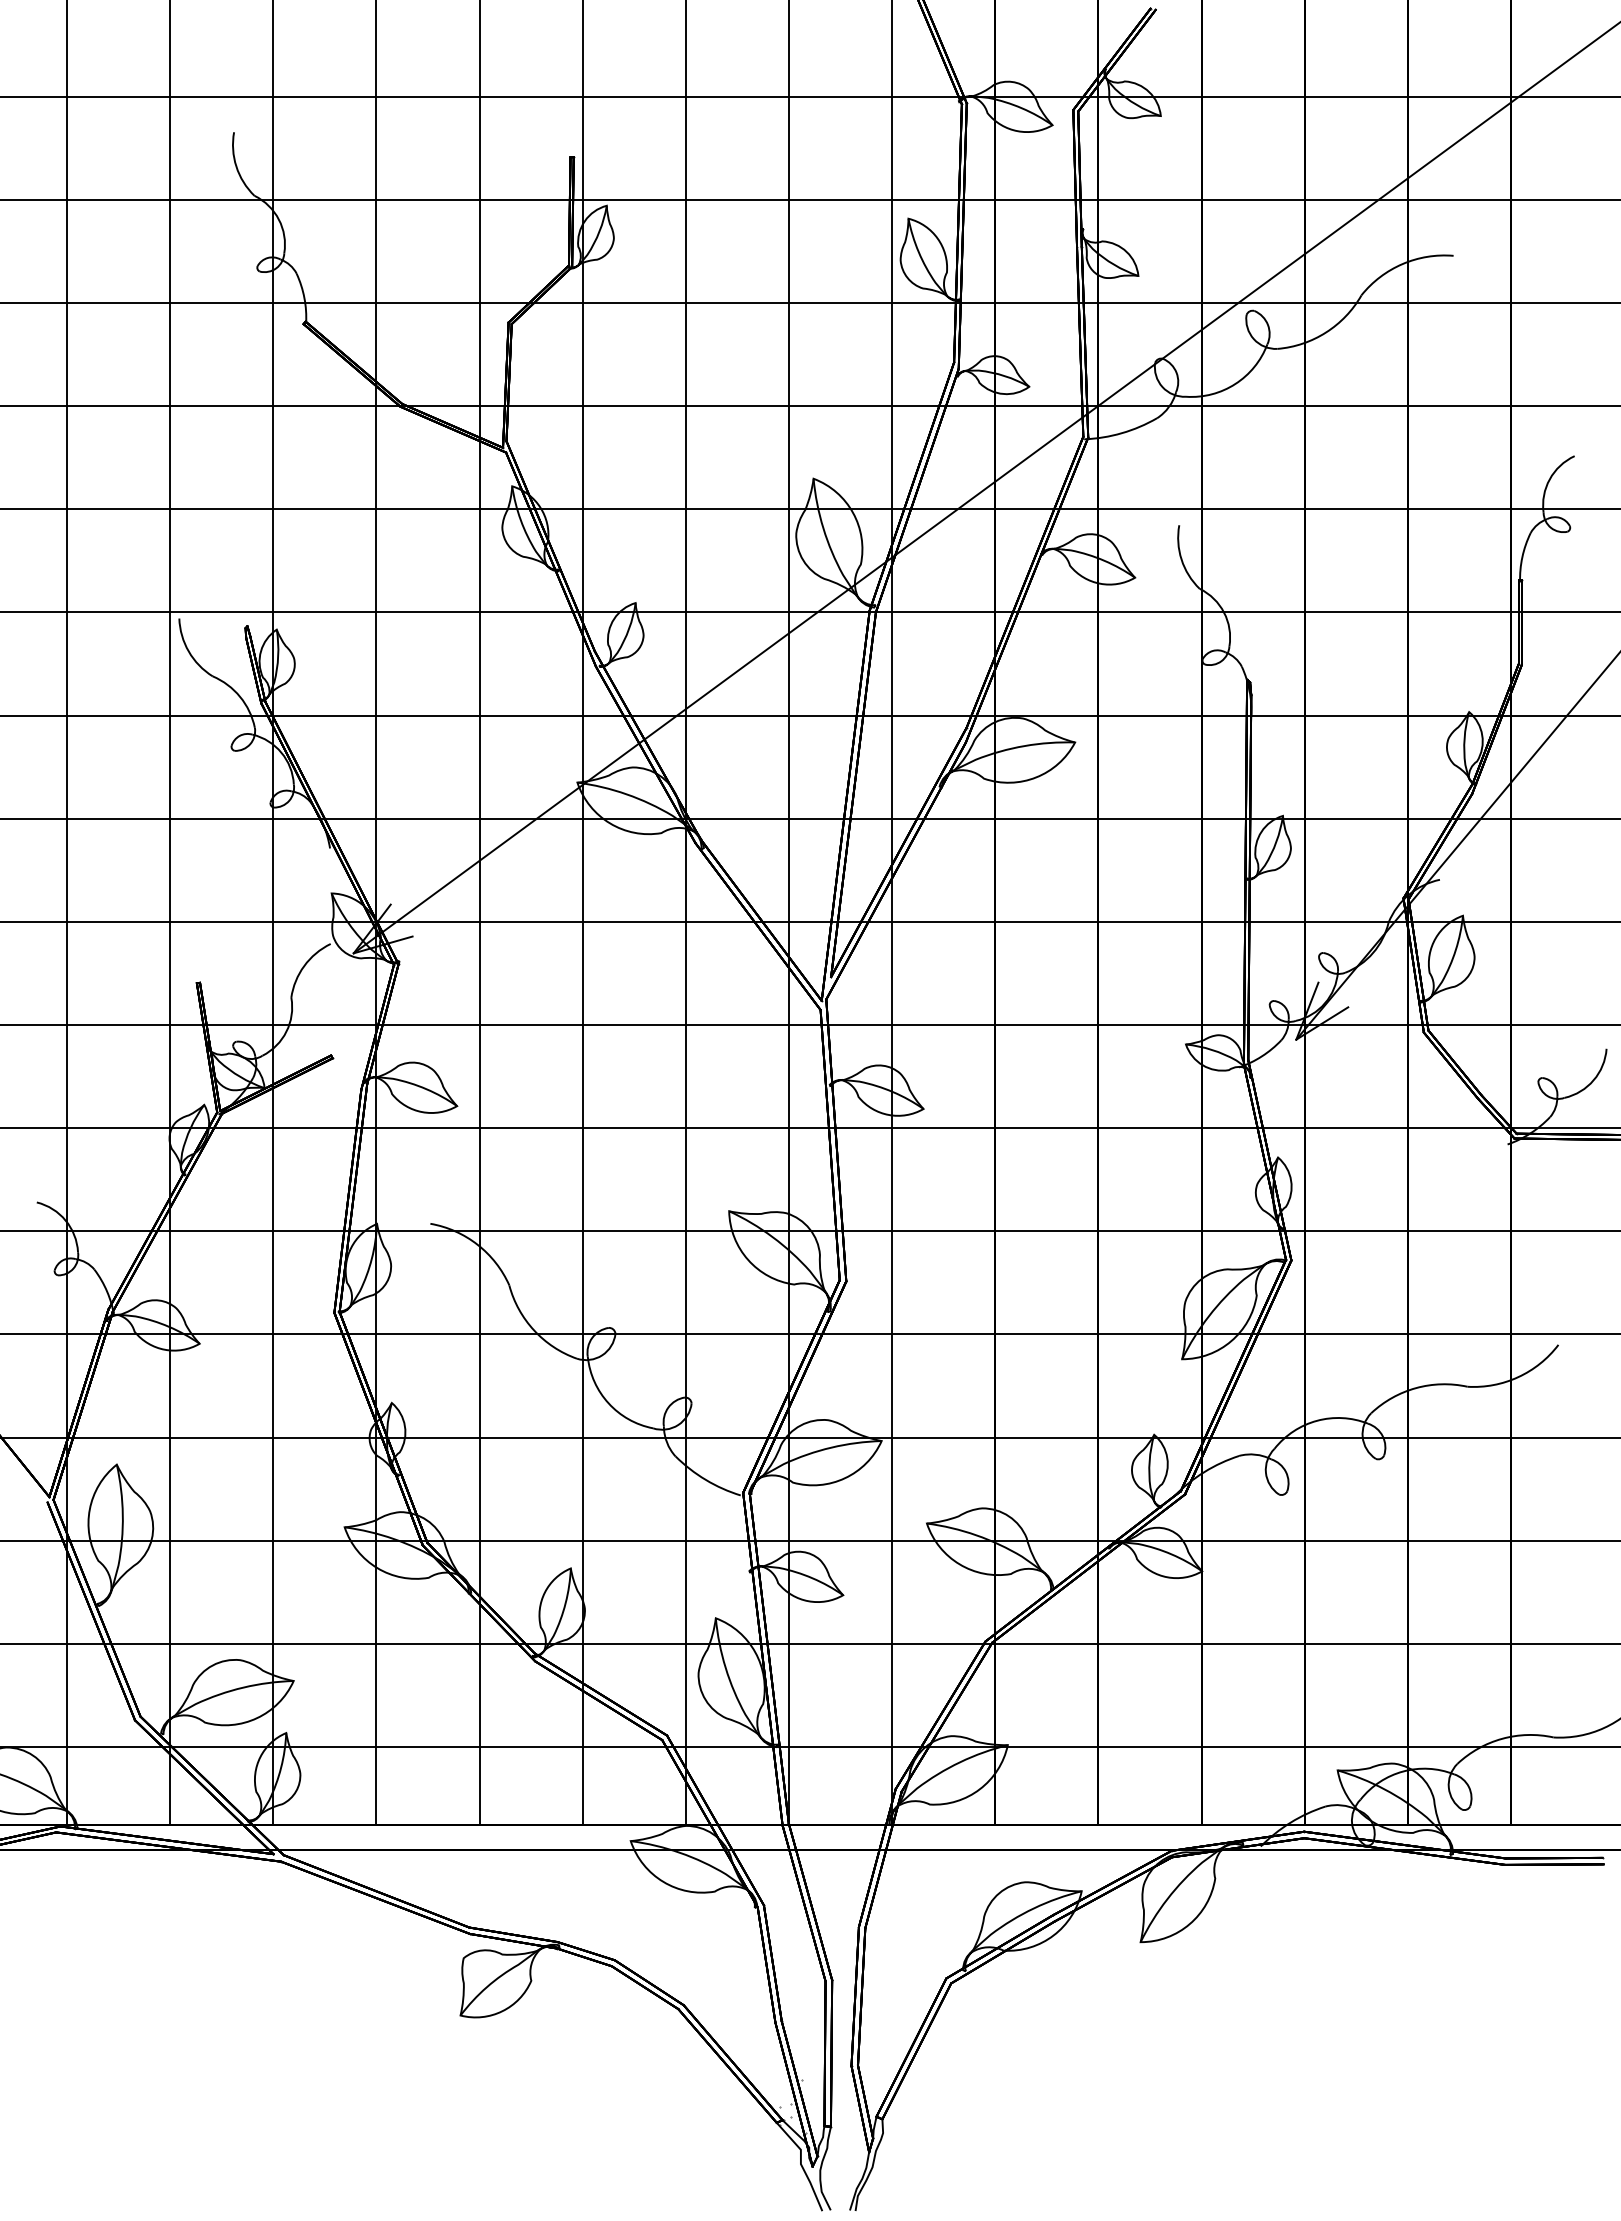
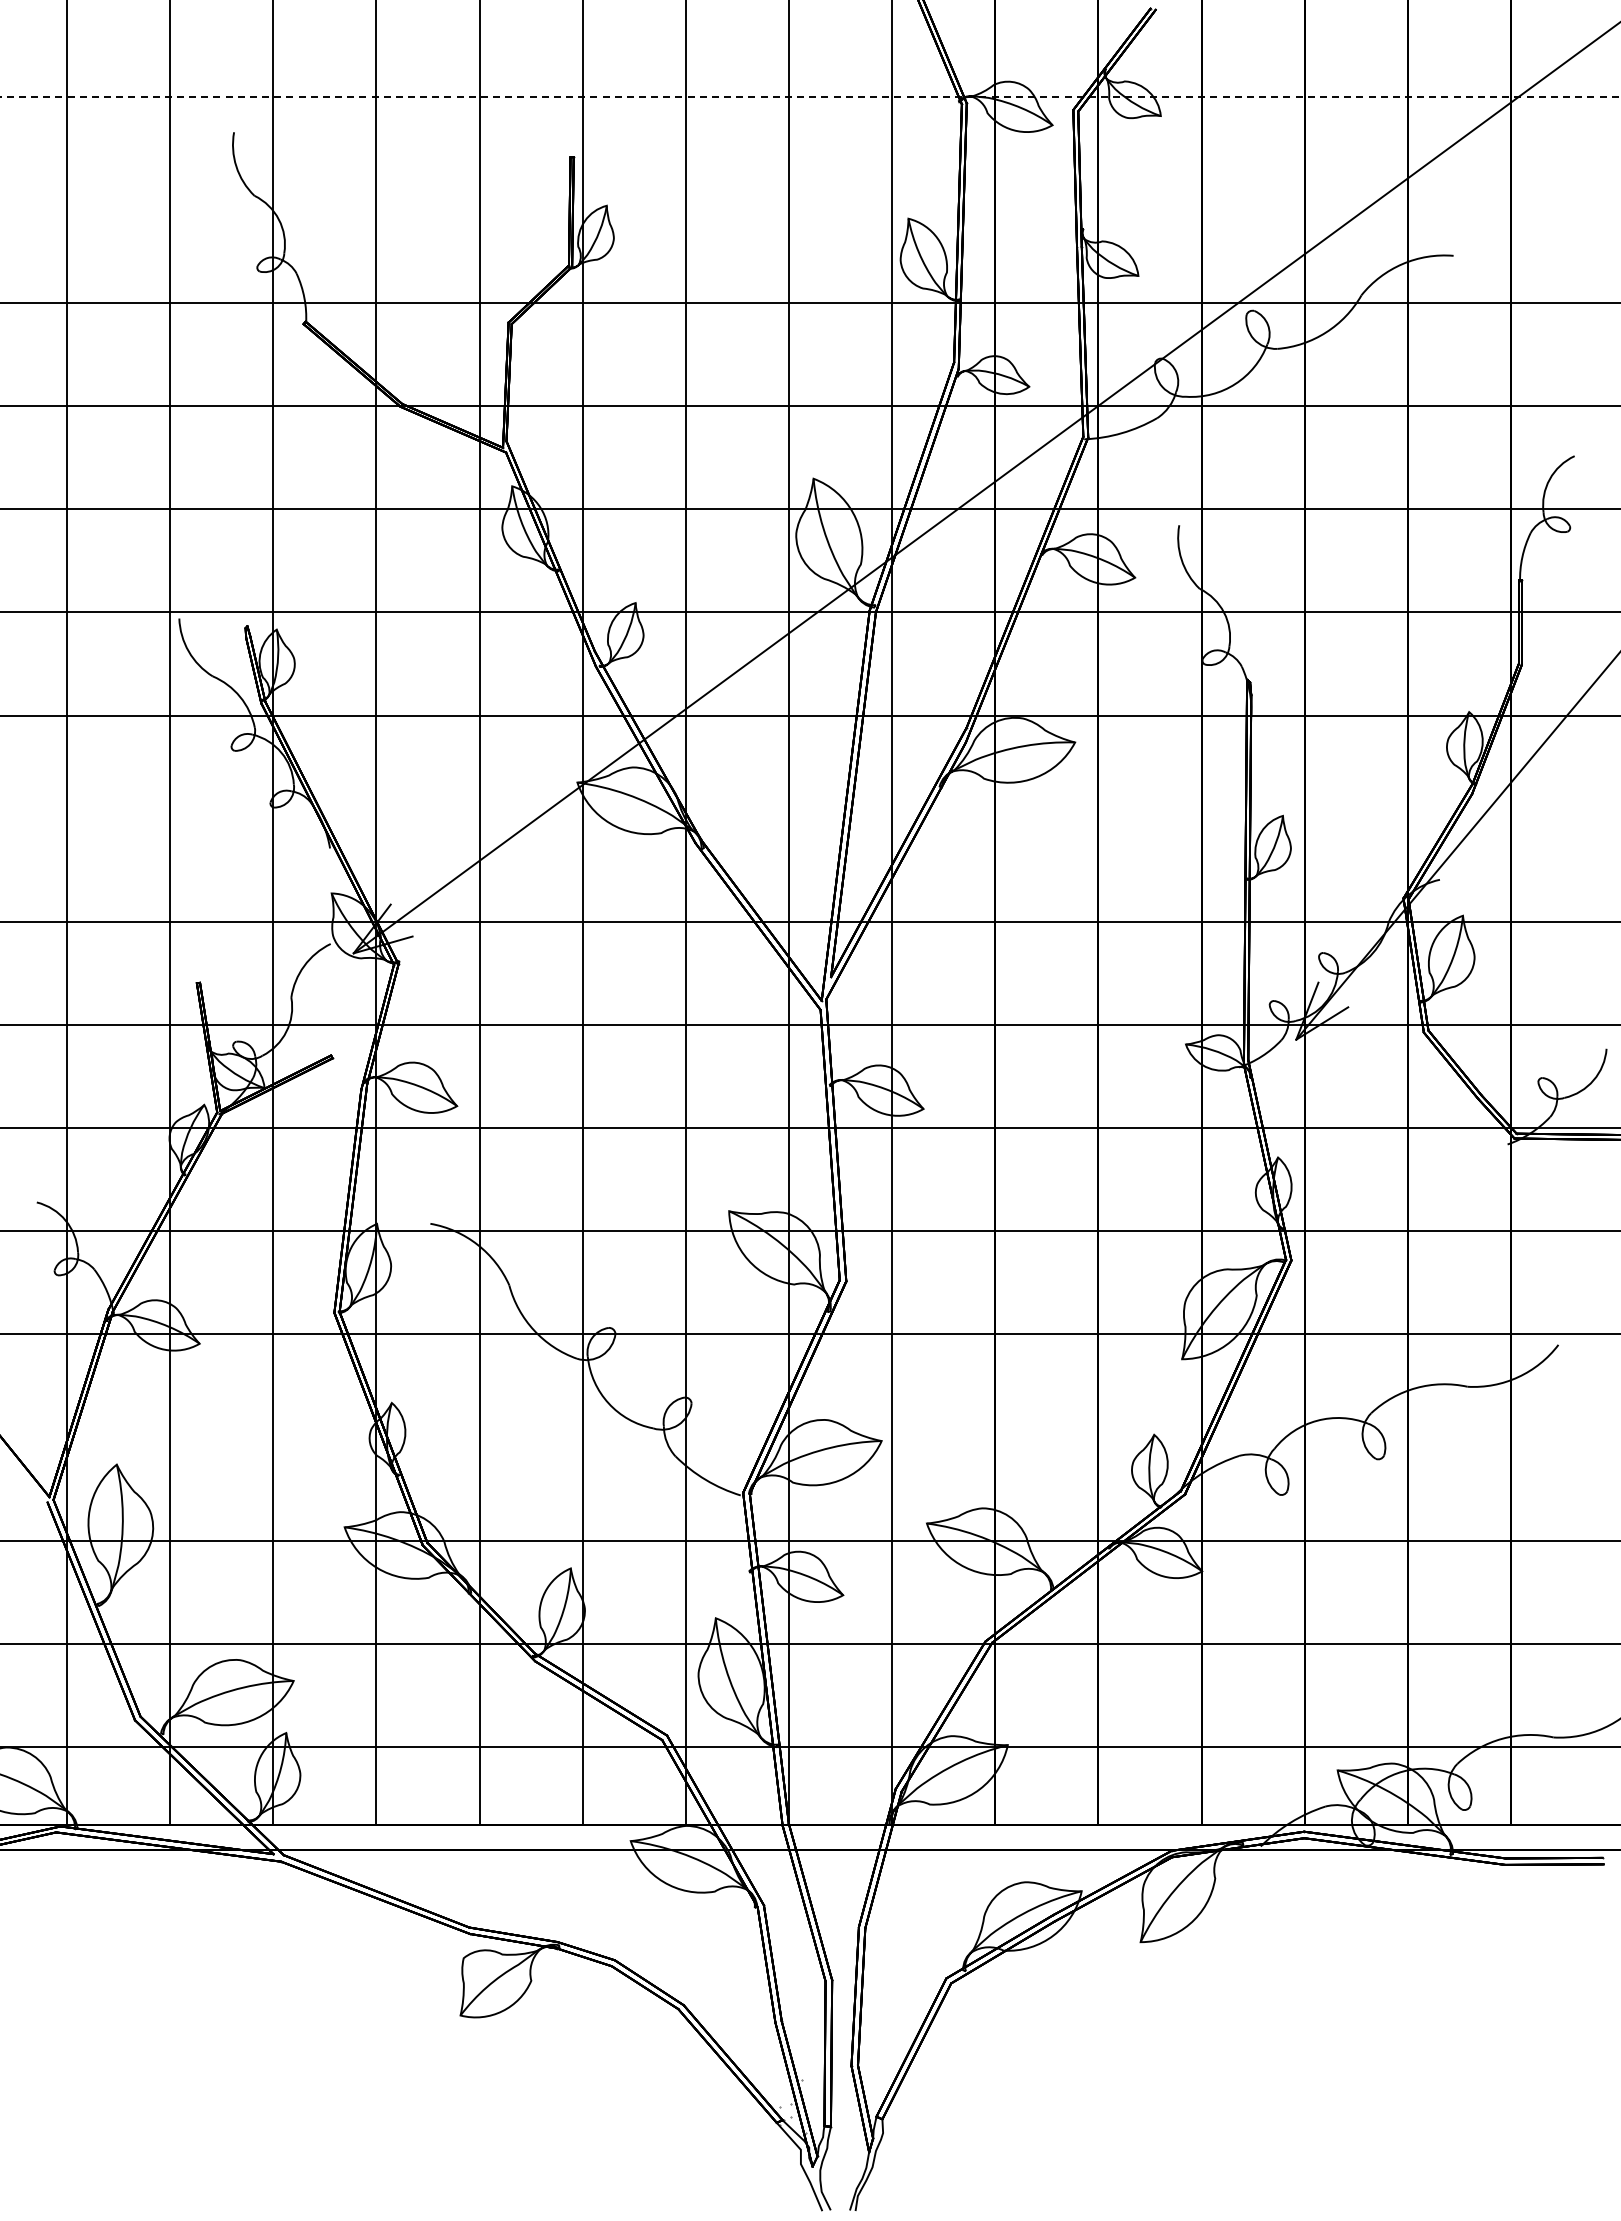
line at (810, 96): solid -> dashed
line at (809, 199): present -> none
line at (809, 818): present -> none
line at (809, 1437): present -> none
